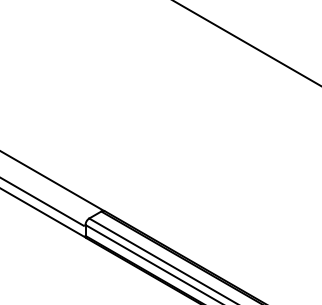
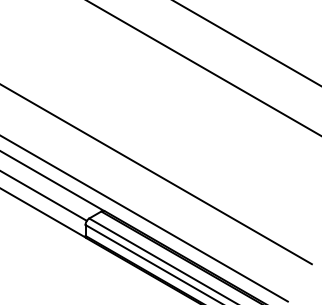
line at (203, 68): none -> present
line at (156, 174): none -> present
line at (42, 201) position: (42, 201) -> (44, 196)
line at (144, 218): none -> present
